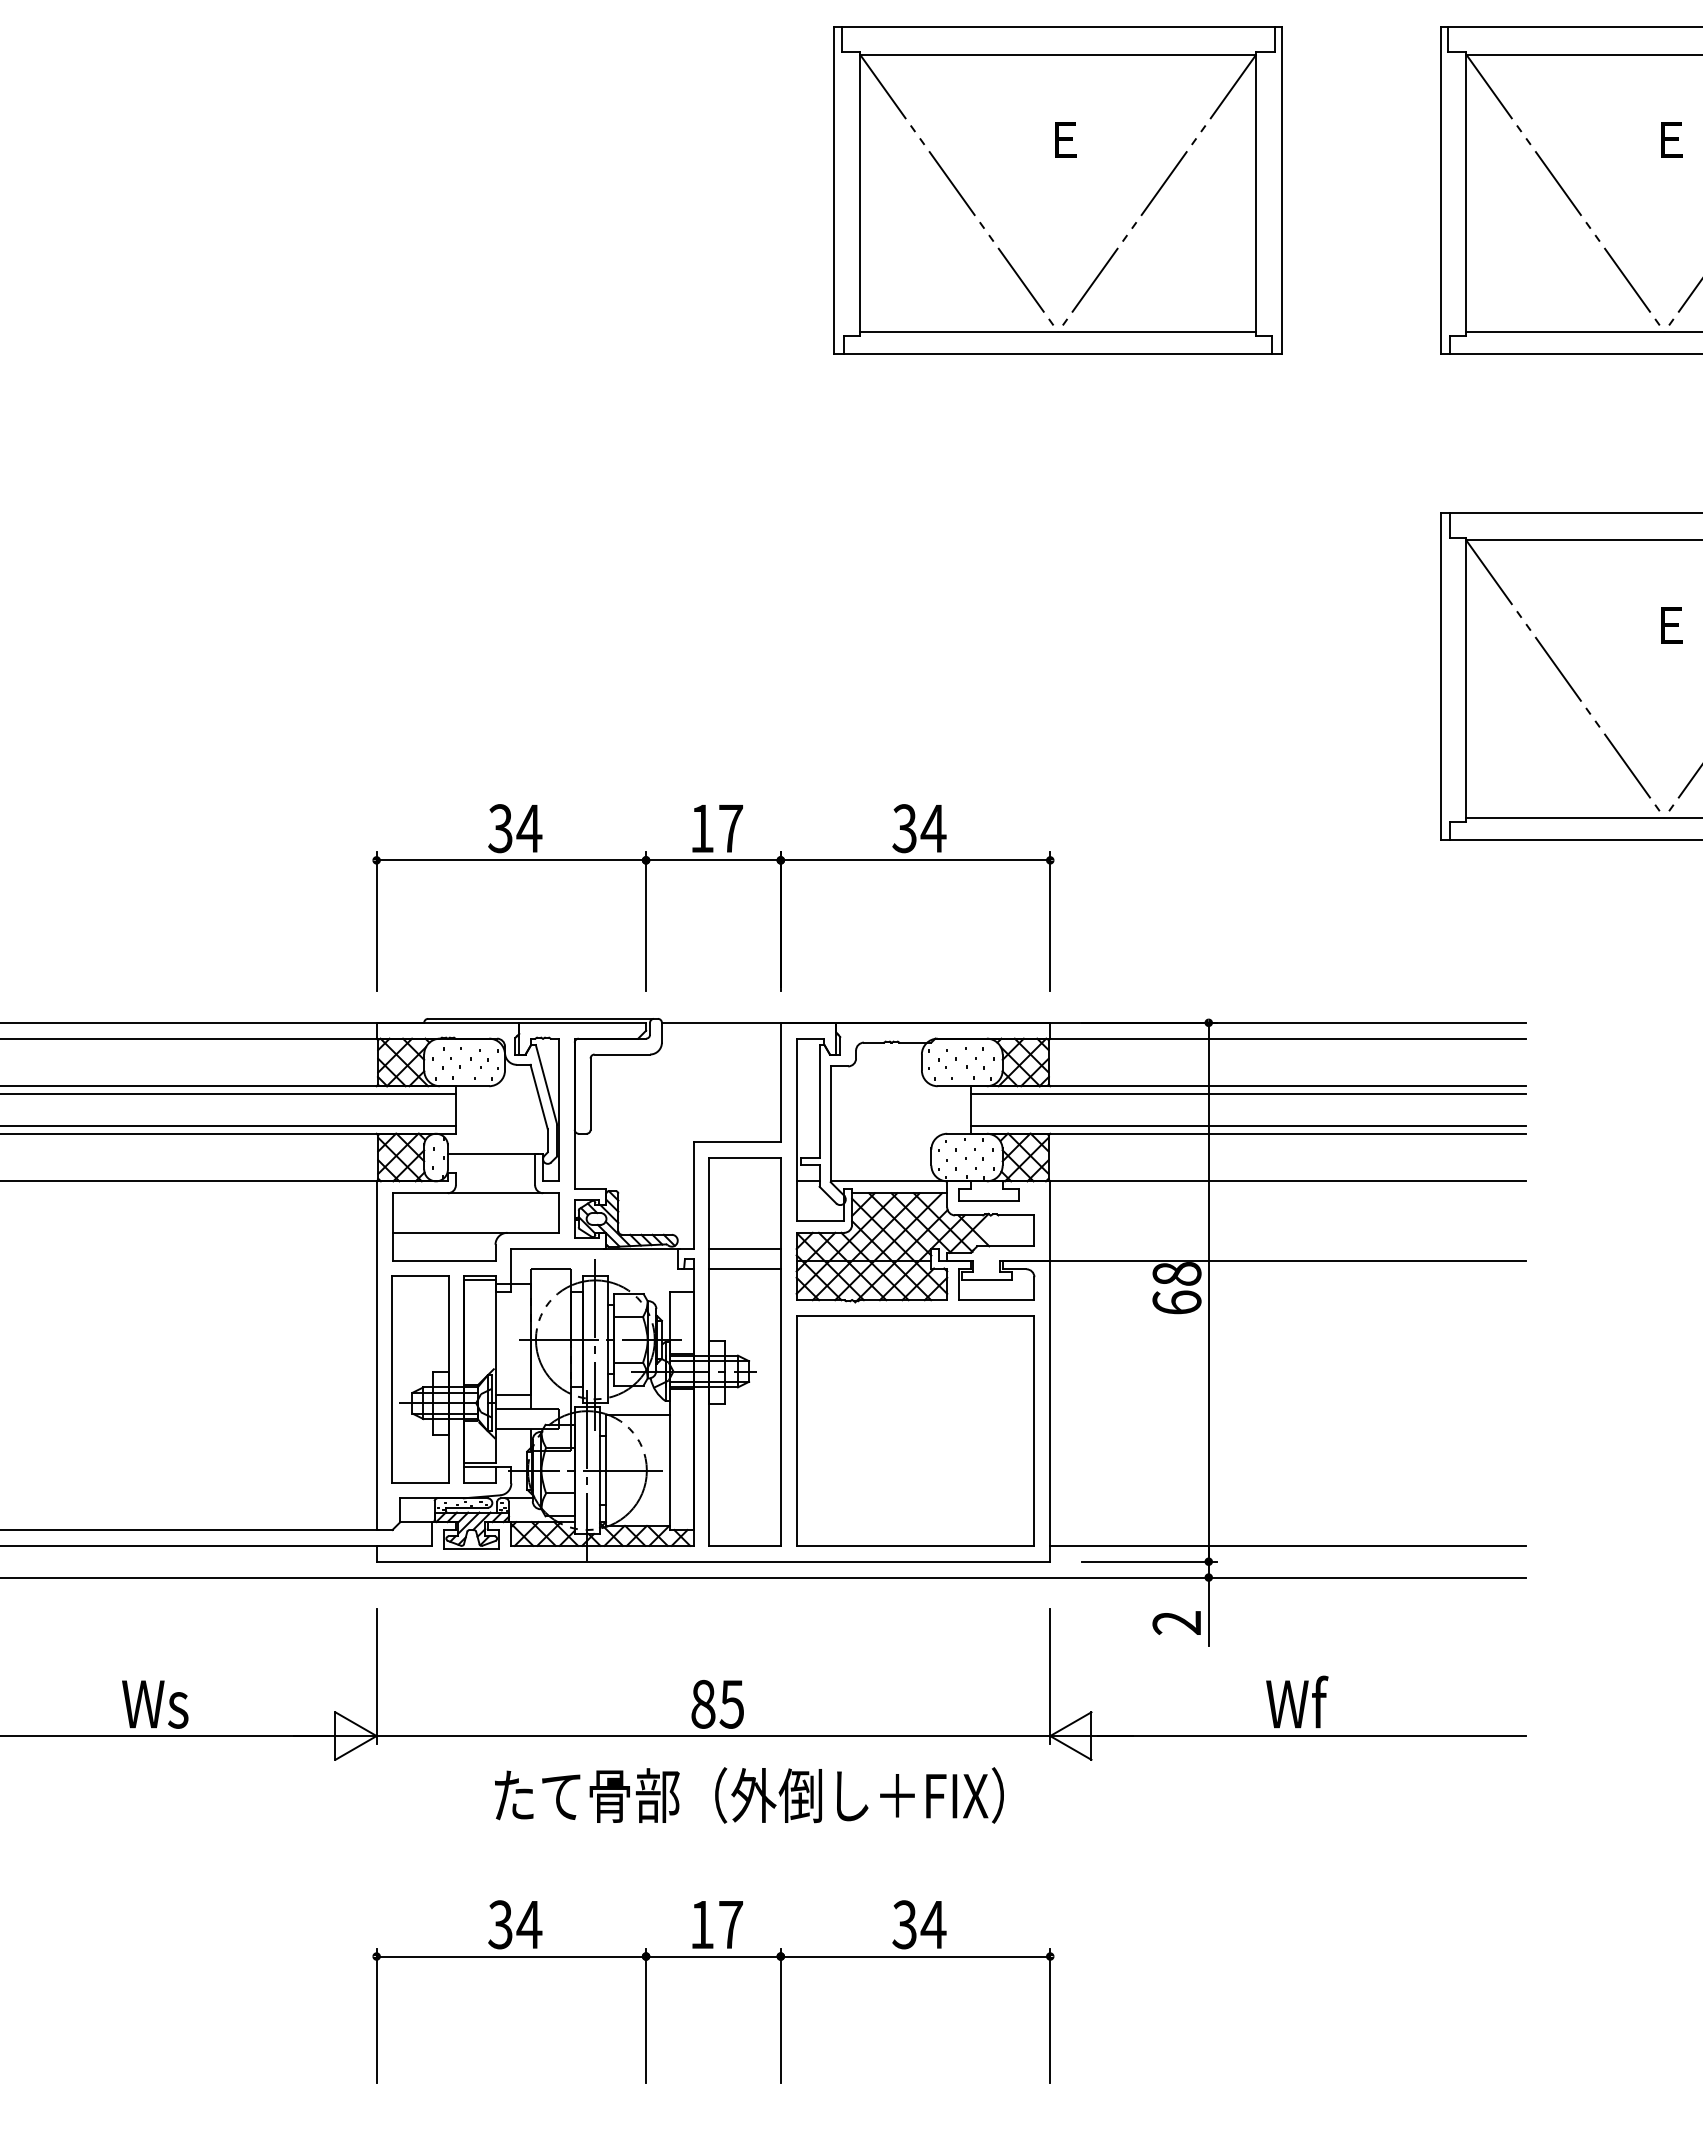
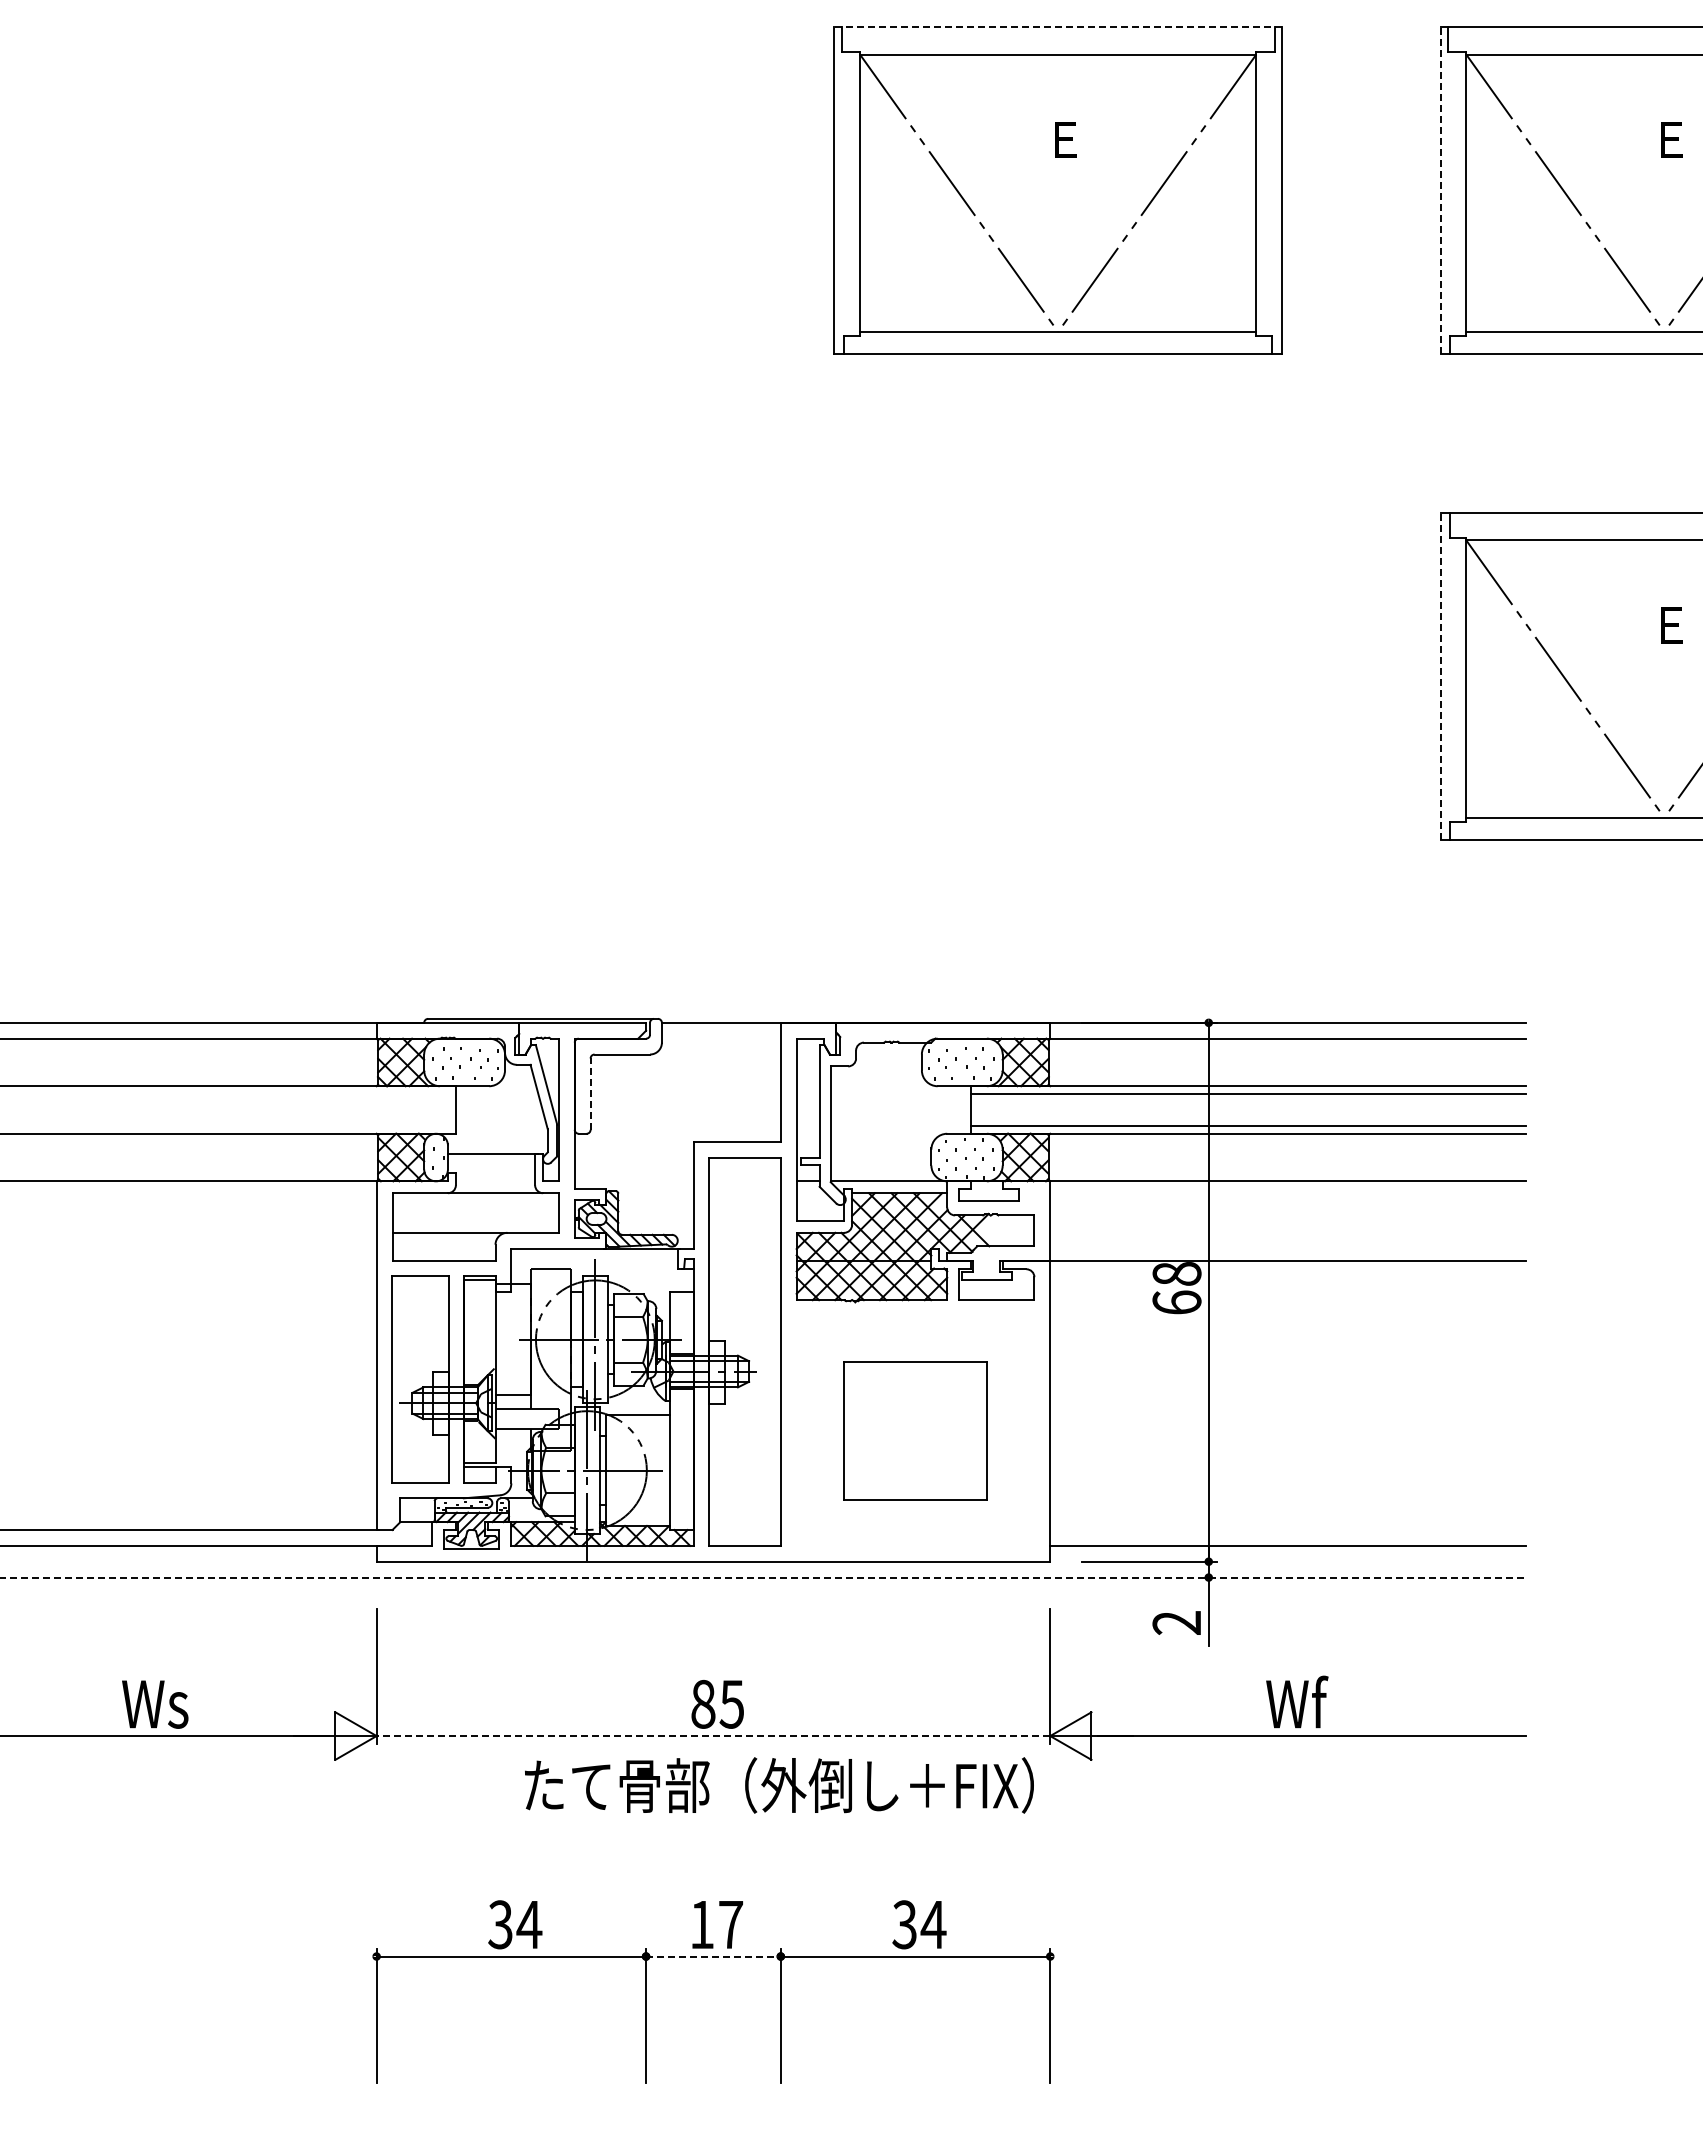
line at (1058, 26): solid -> dashed
line at (1440, 190): solid -> dashed
line at (1440, 676): solid -> dashed
part at (713, 860): present -> none
line at (228, 1094): present -> none
line at (590, 1094): solid -> dashed
line at (228, 1125): present -> none
line at (744, 1248): present -> none
line at (744, 1268): present -> none
part at (915, 1430) size: 239x232 px -> 145x140 px
line at (763, 1577): solid -> dashed
line at (713, 1736): solid -> dashed
text at (749, 1795) position: (749, 1795) -> (779, 1785)
line at (713, 1956): solid -> dashed
